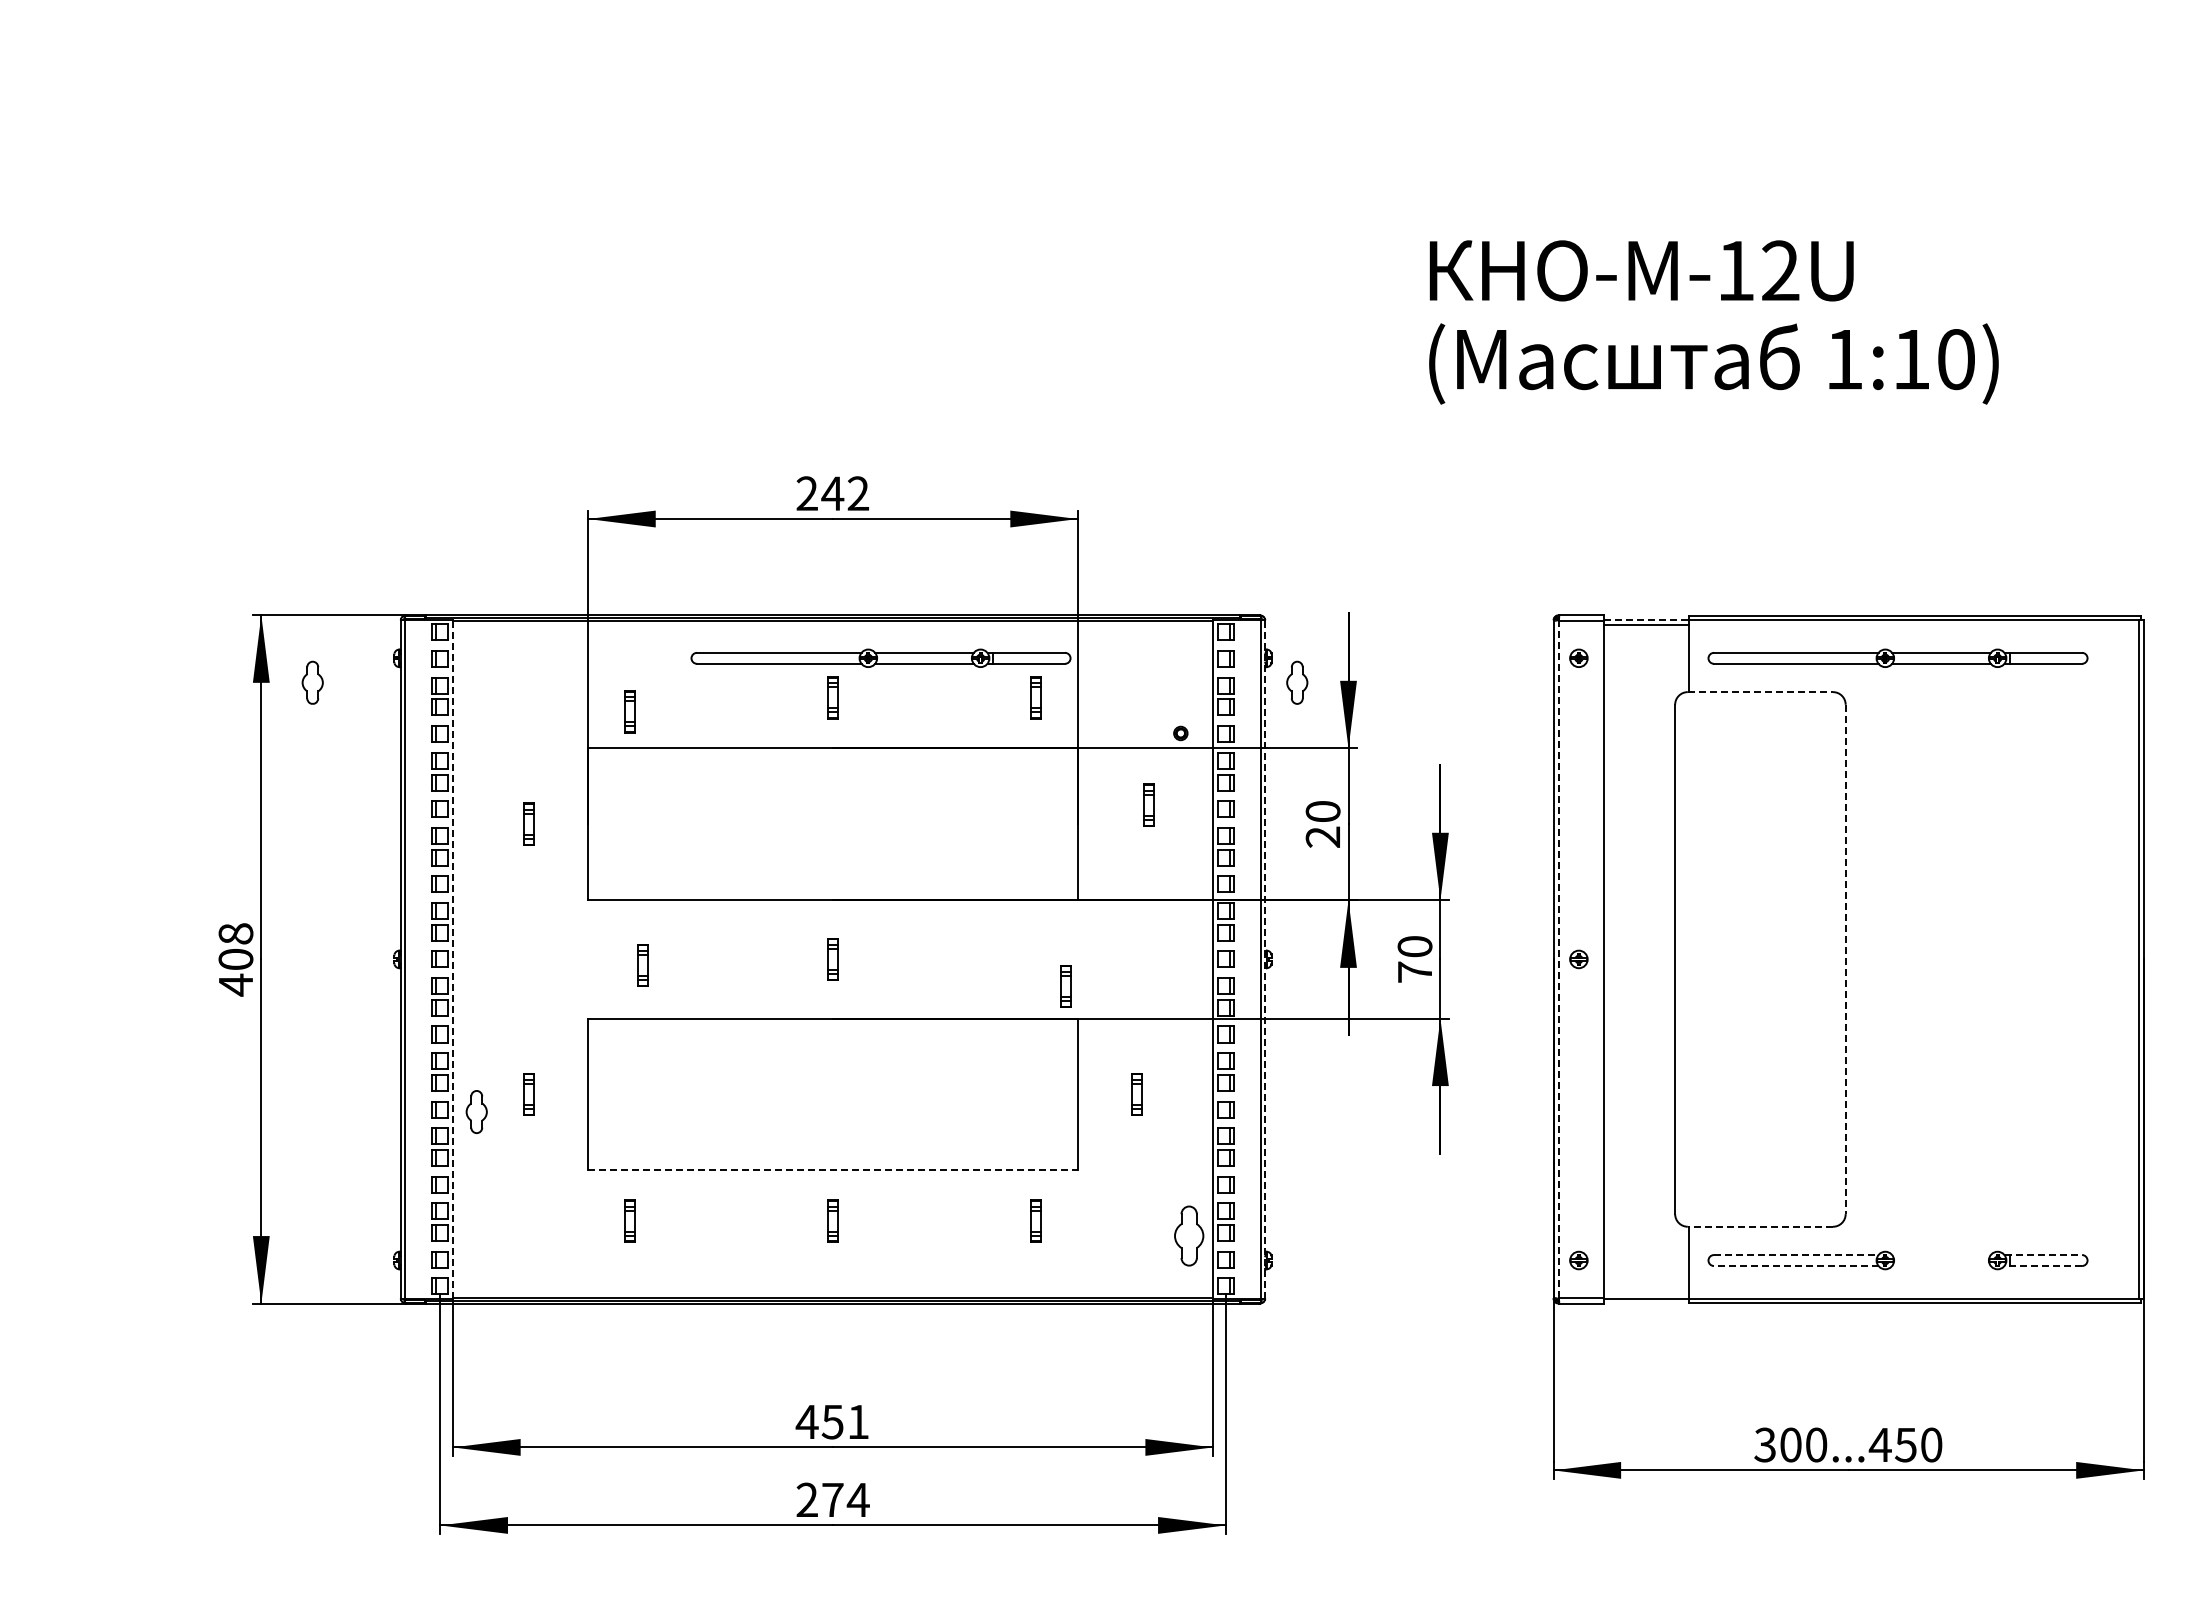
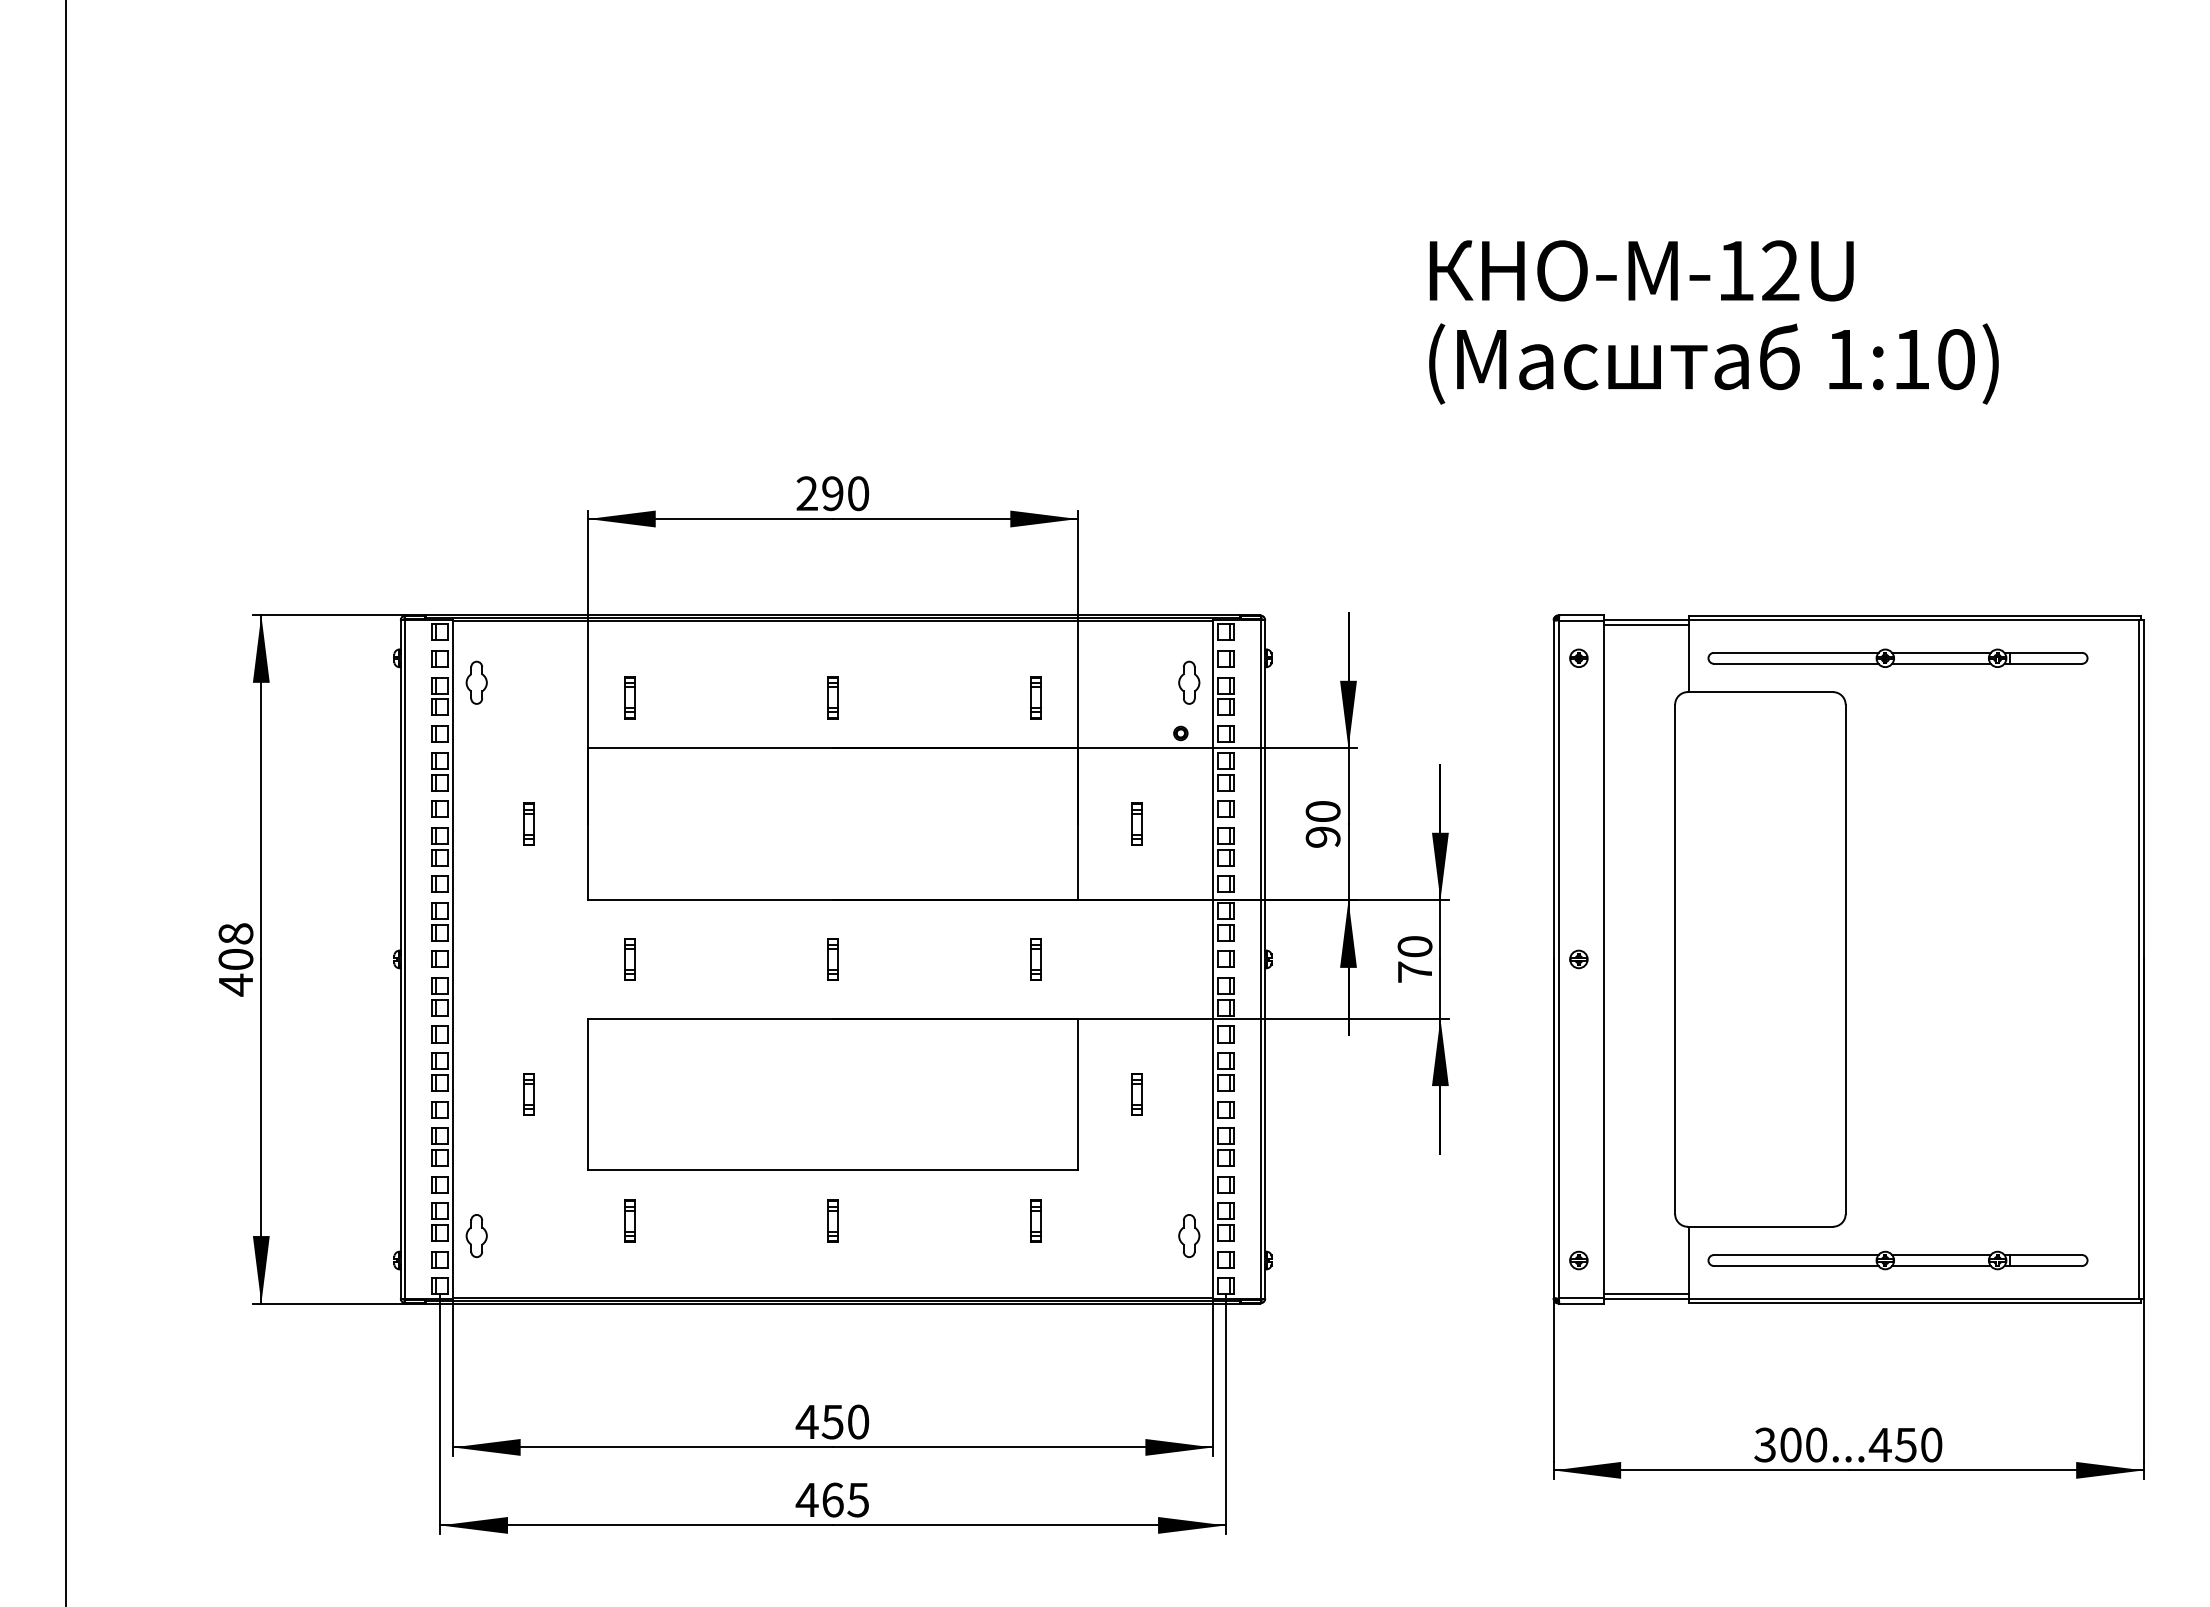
text at (845, 493): 242 -> 290
line at (1646, 620): dashed -> solid
part at (880, 657): present -> none
part at (312, 682) position: (312, 682) -> (476, 682)
part at (1297, 682) position: (1297, 682) -> (1189, 682)
line at (1760, 692): dashed -> solid
part at (629, 711) position: (629, 711) -> (629, 697)
line at (66, 802): none -> present
part at (1148, 804) position: (1148, 804) -> (1136, 823)
text at (1323, 836): 20 -> 90
line at (453, 958): dashed -> solid
line at (1265, 958): dashed -> solid
line at (1558, 959): dashed -> solid
line at (1845, 959): dashed -> solid
part at (642, 965) position: (642, 965) -> (629, 959)
part at (1065, 986) position: (1065, 986) -> (1035, 959)
part at (476, 1111) position: (476, 1111) -> (476, 1235)
line at (833, 1170): dashed -> solid
line at (1760, 1226): dashed -> solid
part at (1189, 1235) size: 31x62 px -> 23x44 px
line at (1796, 1255): dashed -> solid
line at (1941, 1255): none -> present
line at (2043, 1255): dashed -> solid
line at (1795, 1266): dashed -> solid
line at (1941, 1266): none -> present
line at (2043, 1266): dashed -> solid
line at (1646, 1294): none -> present
text at (858, 1421): 451 -> 450
text at (832, 1499): 274 -> 465
